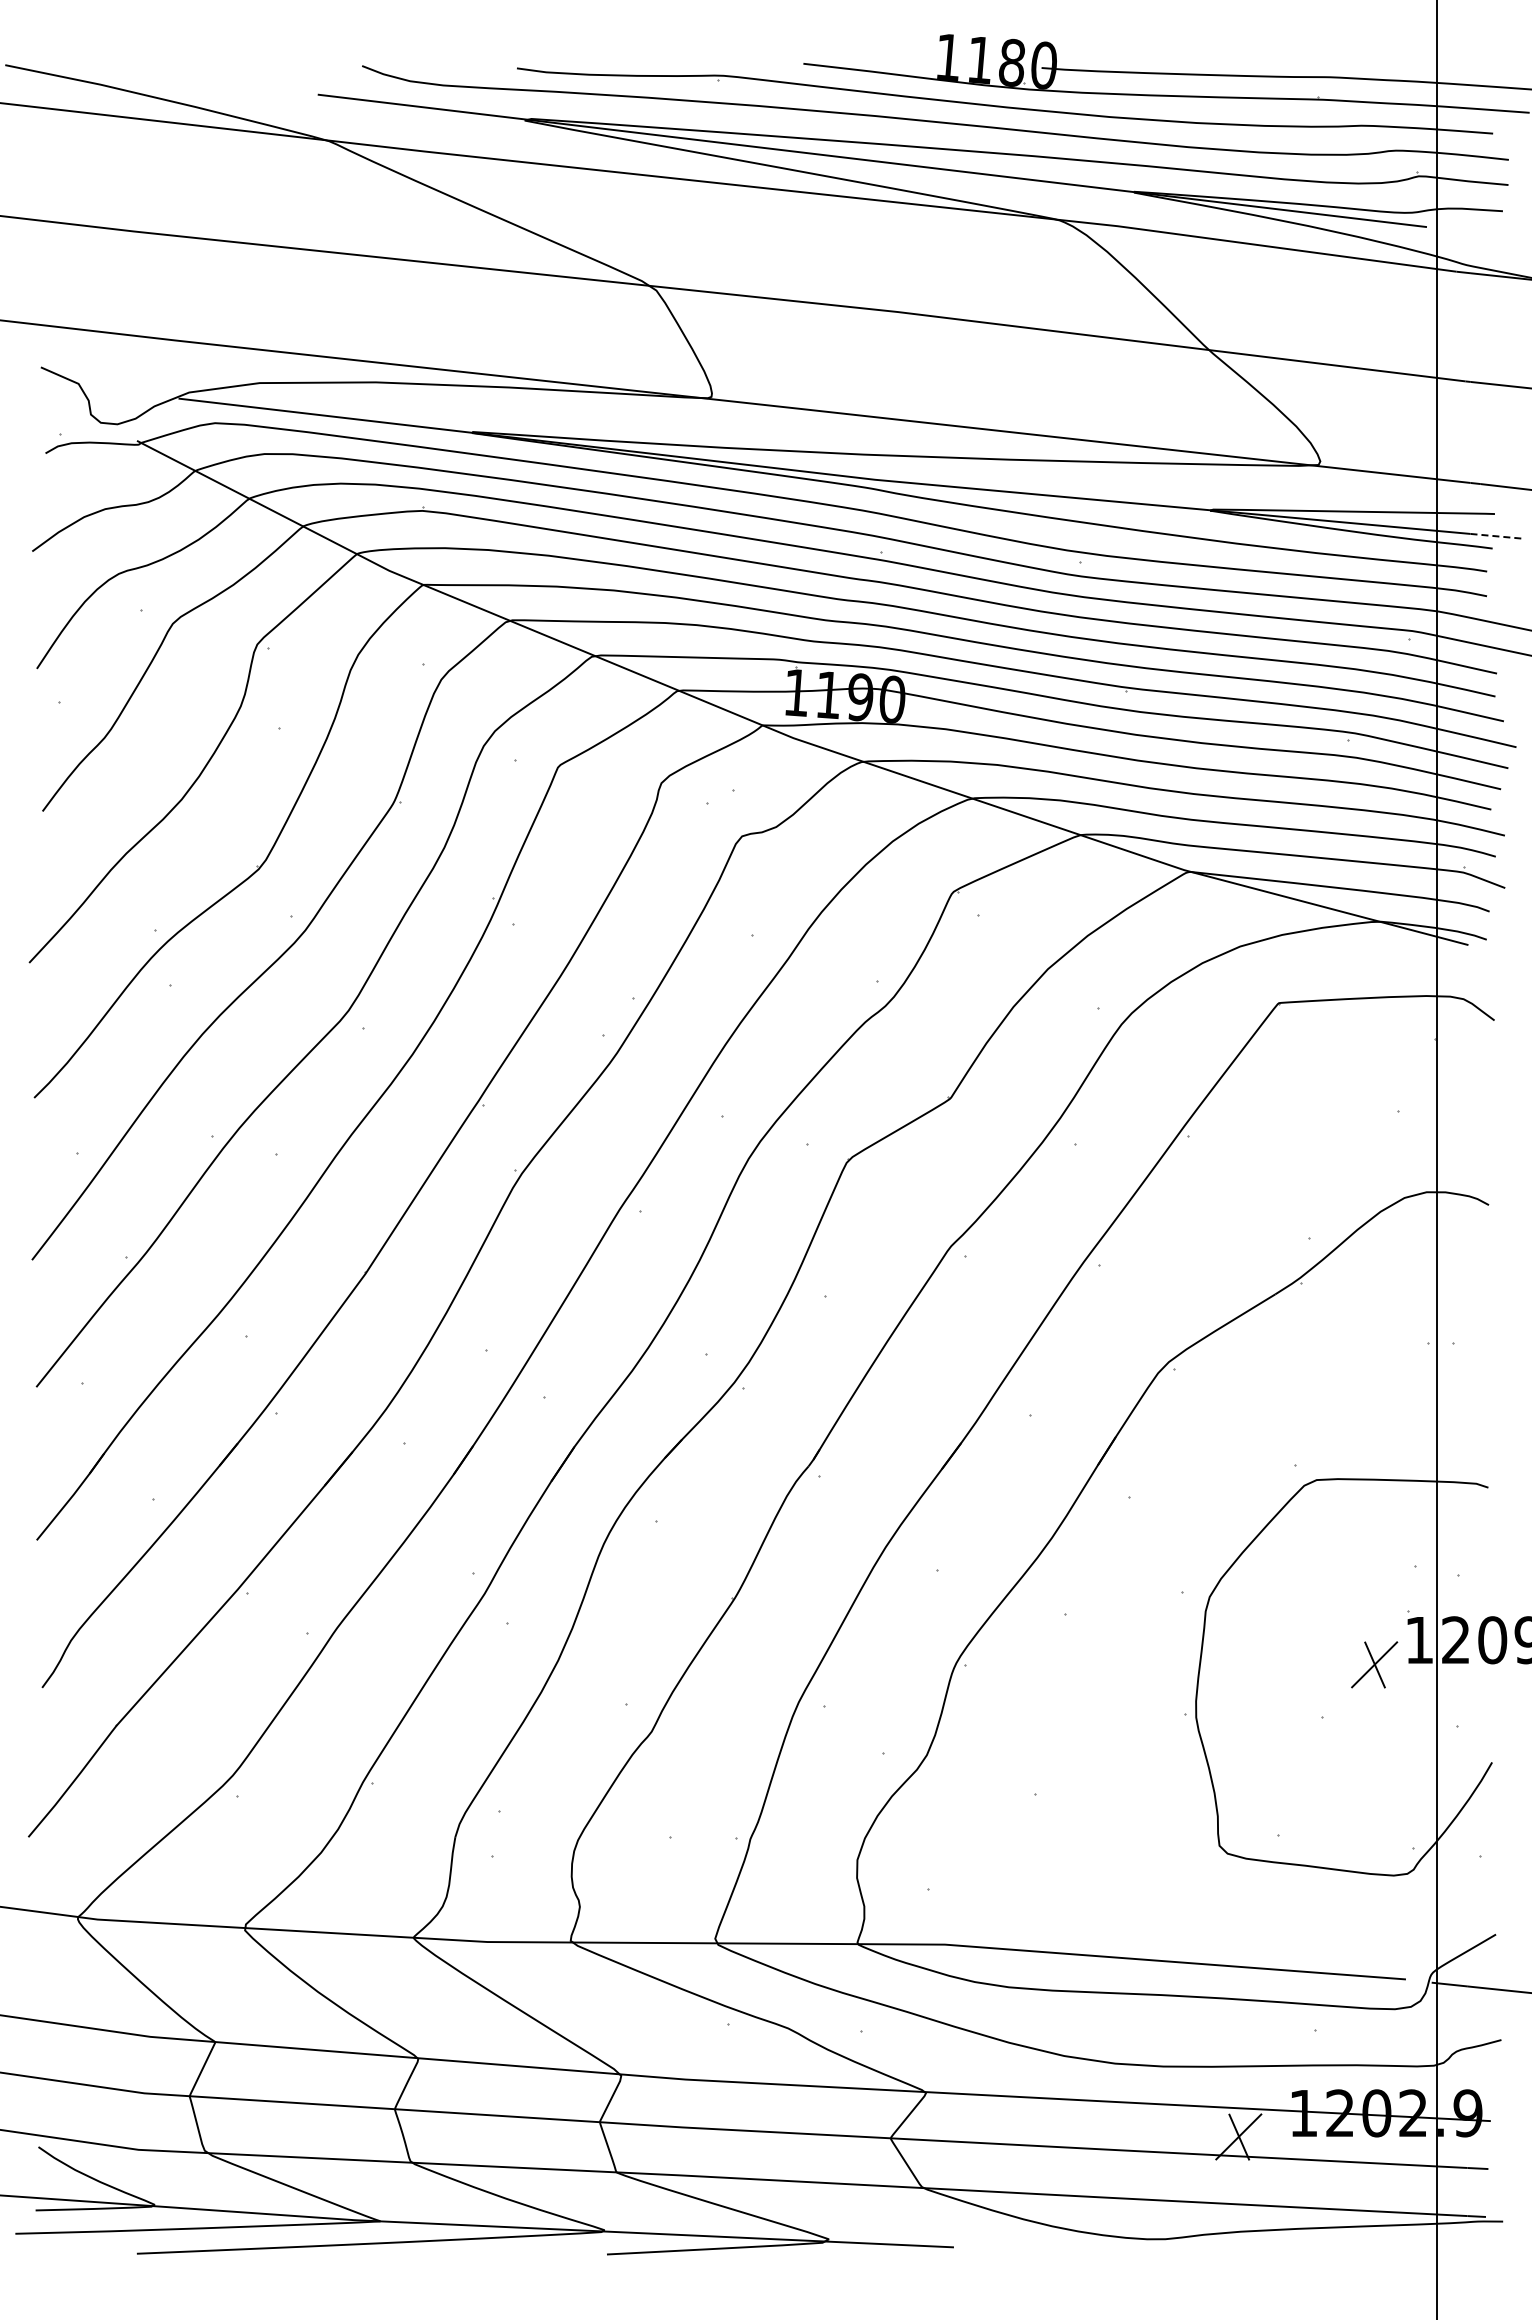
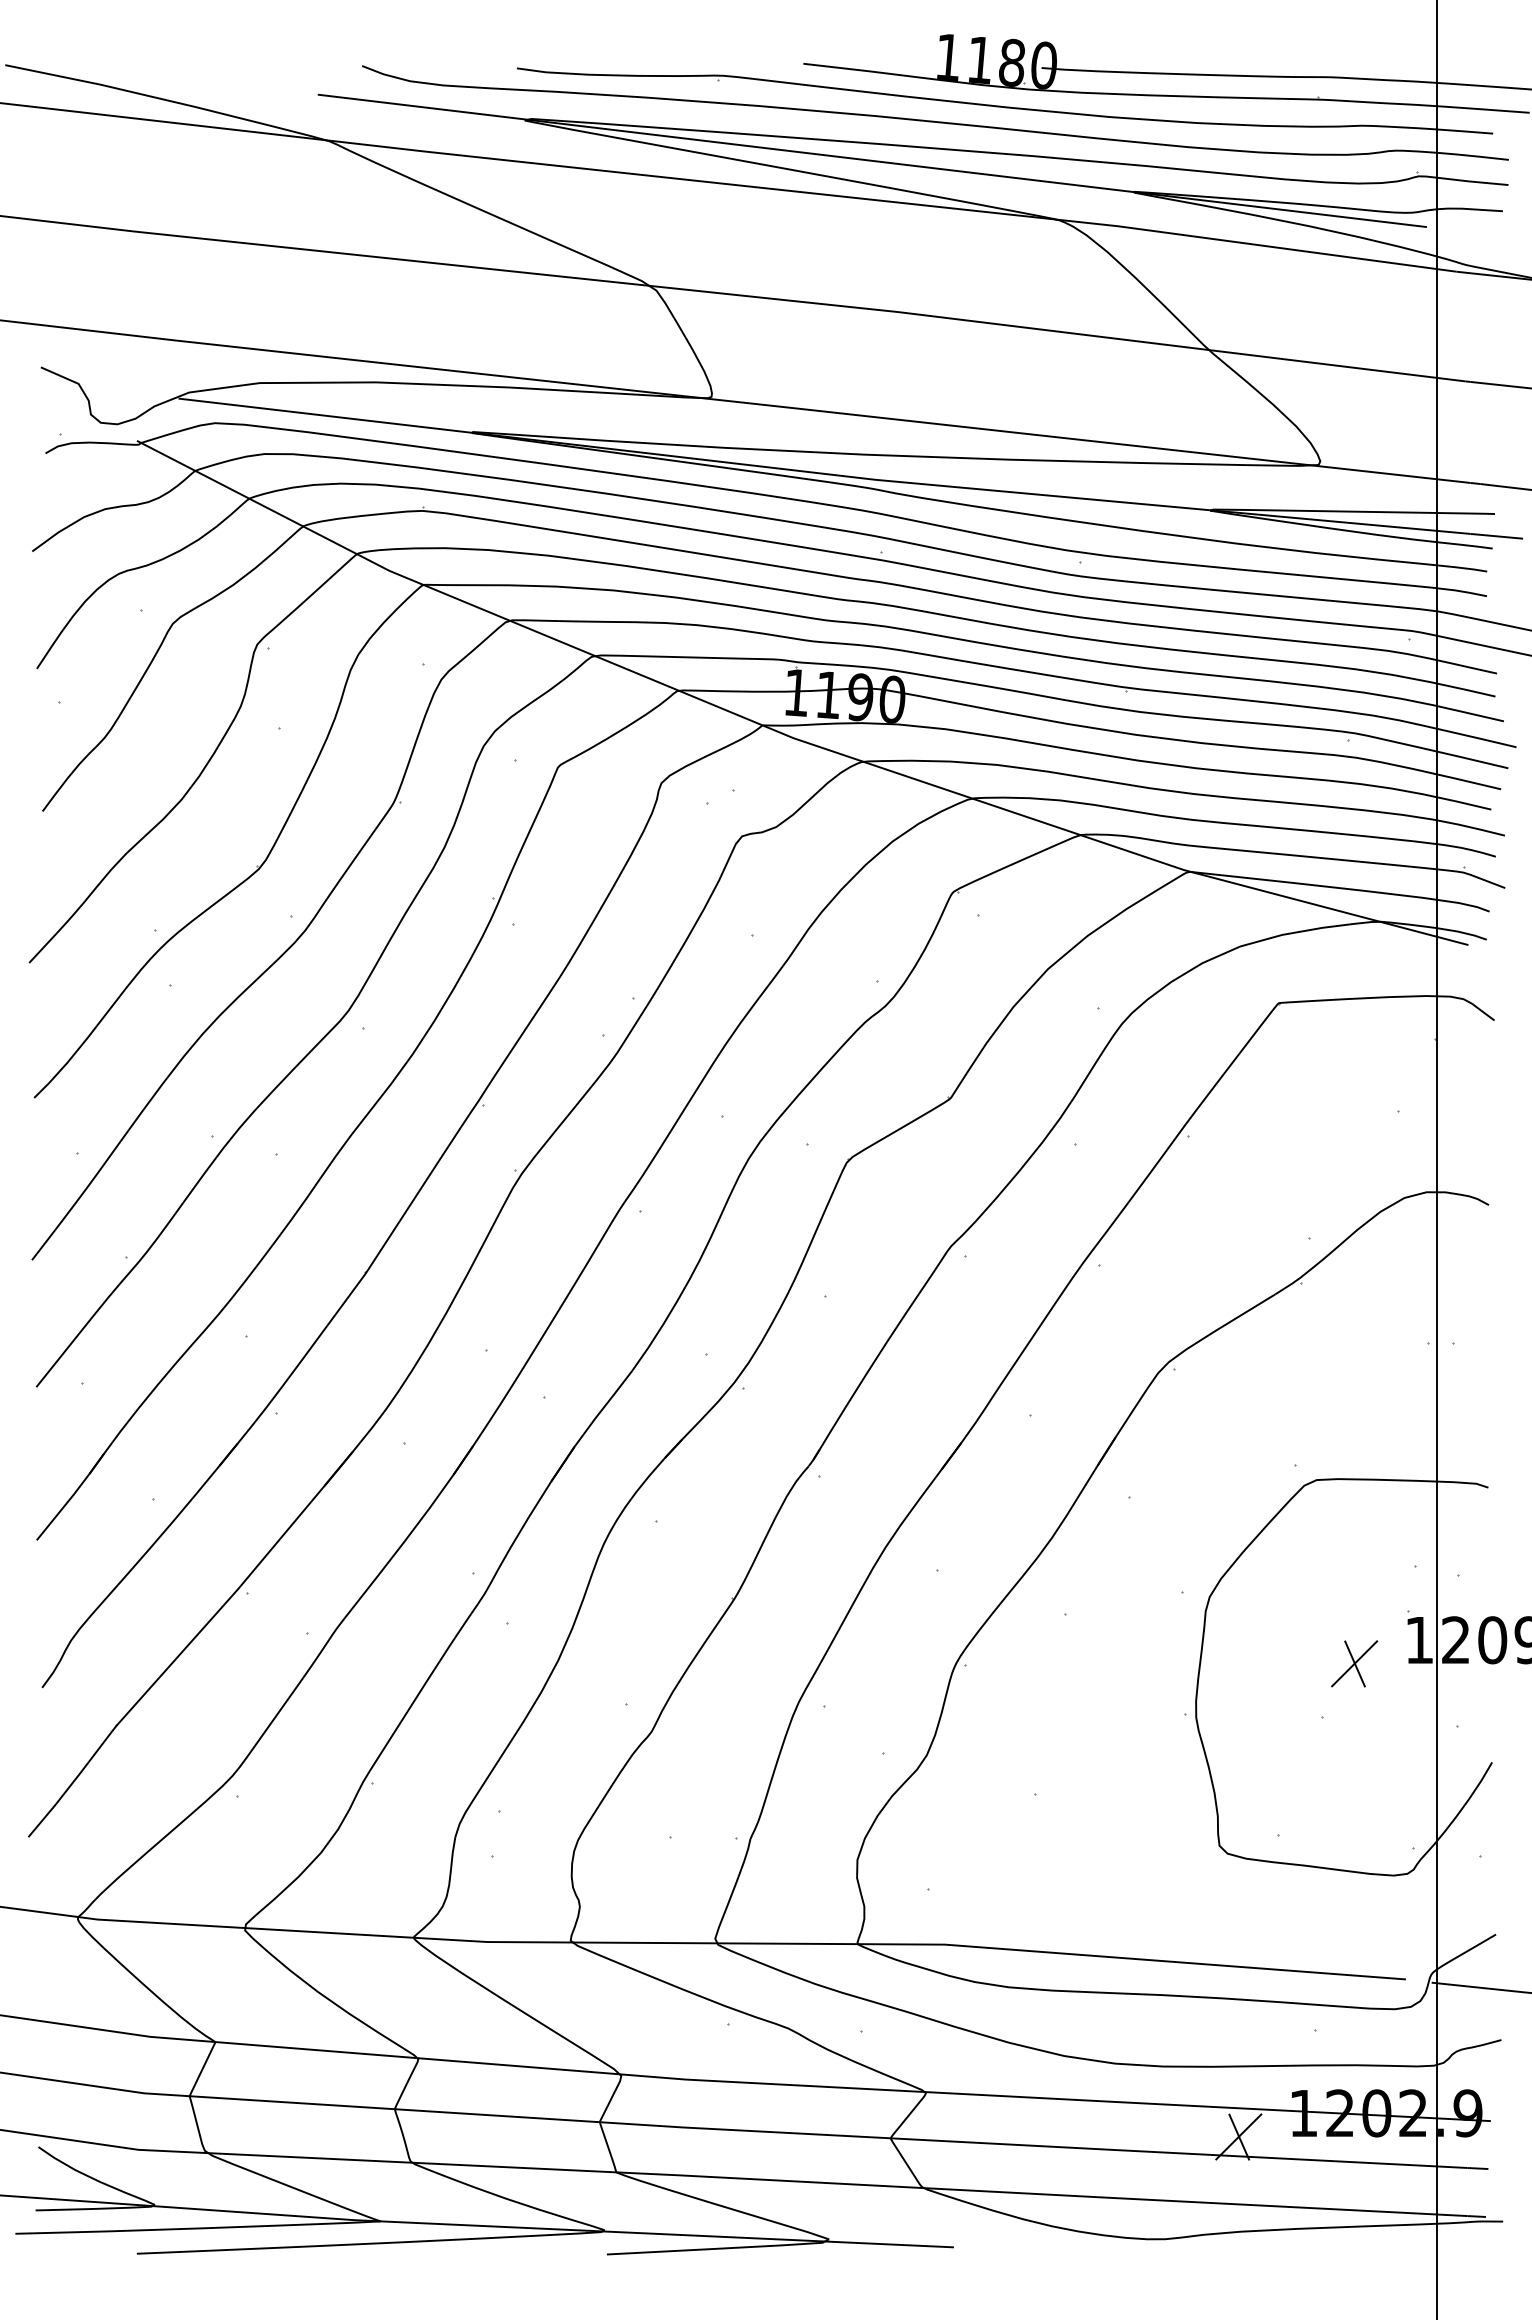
line at (1497, 536): dashed -> solid
part at (1374, 1664) position: (1374, 1664) -> (1354, 1663)
